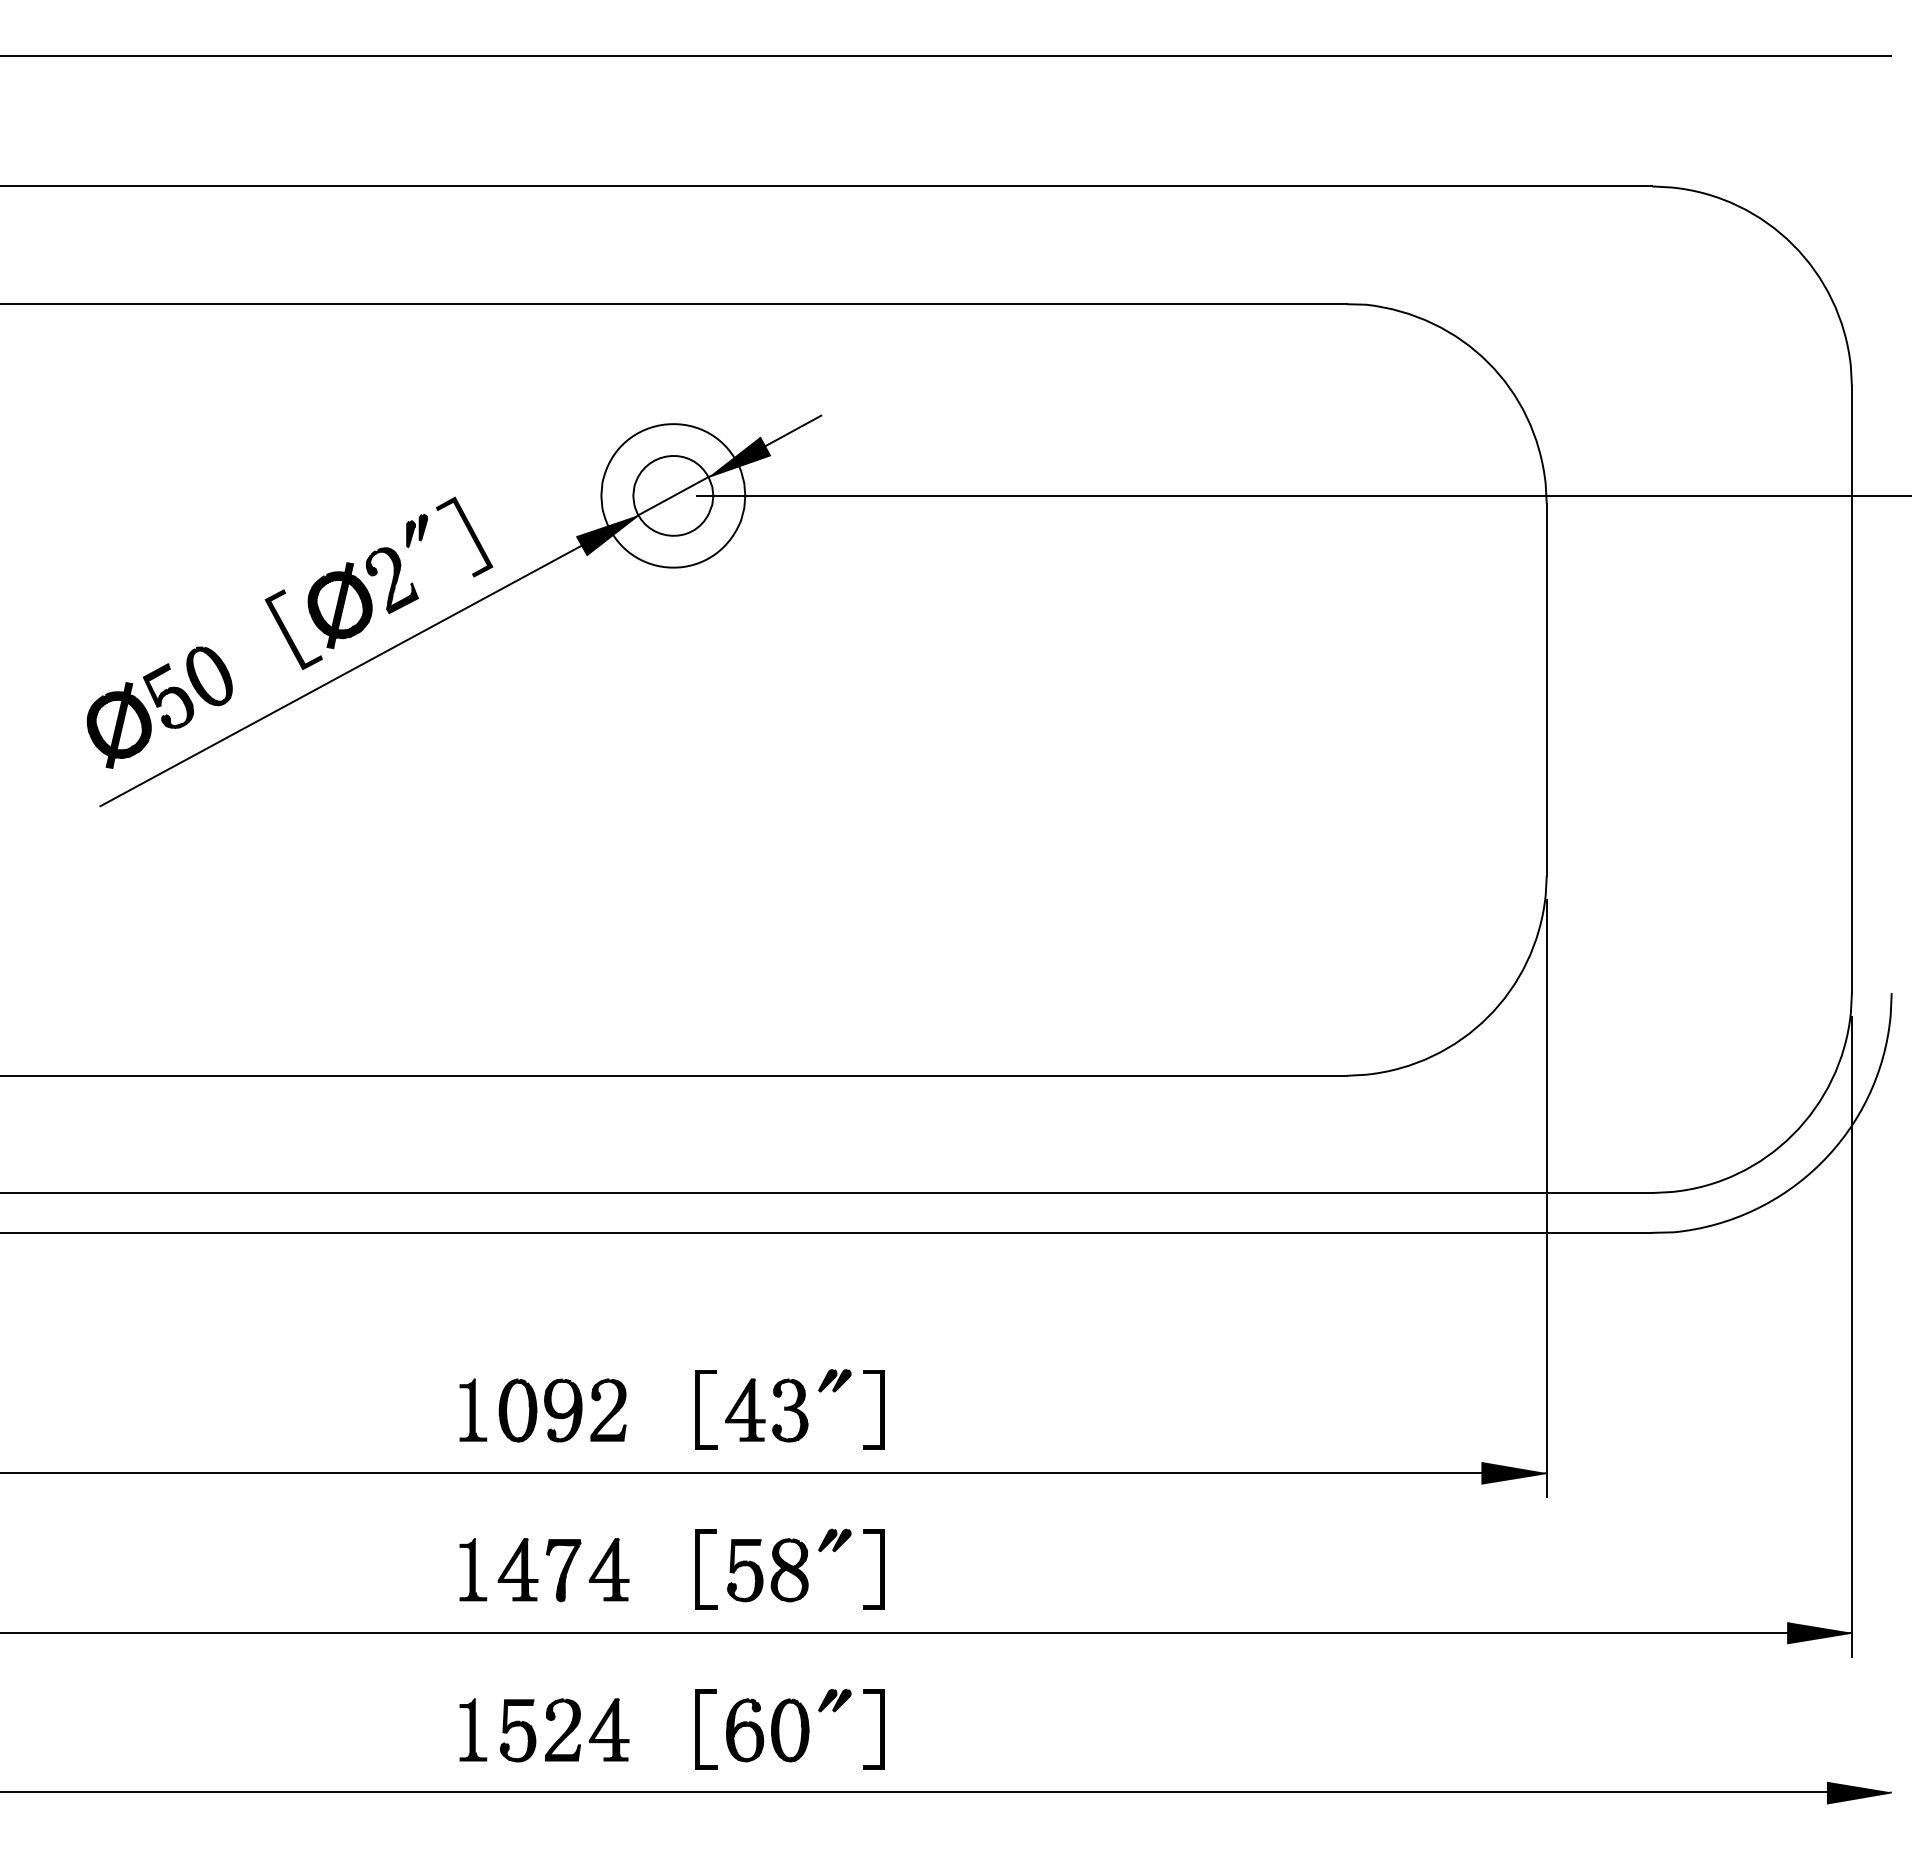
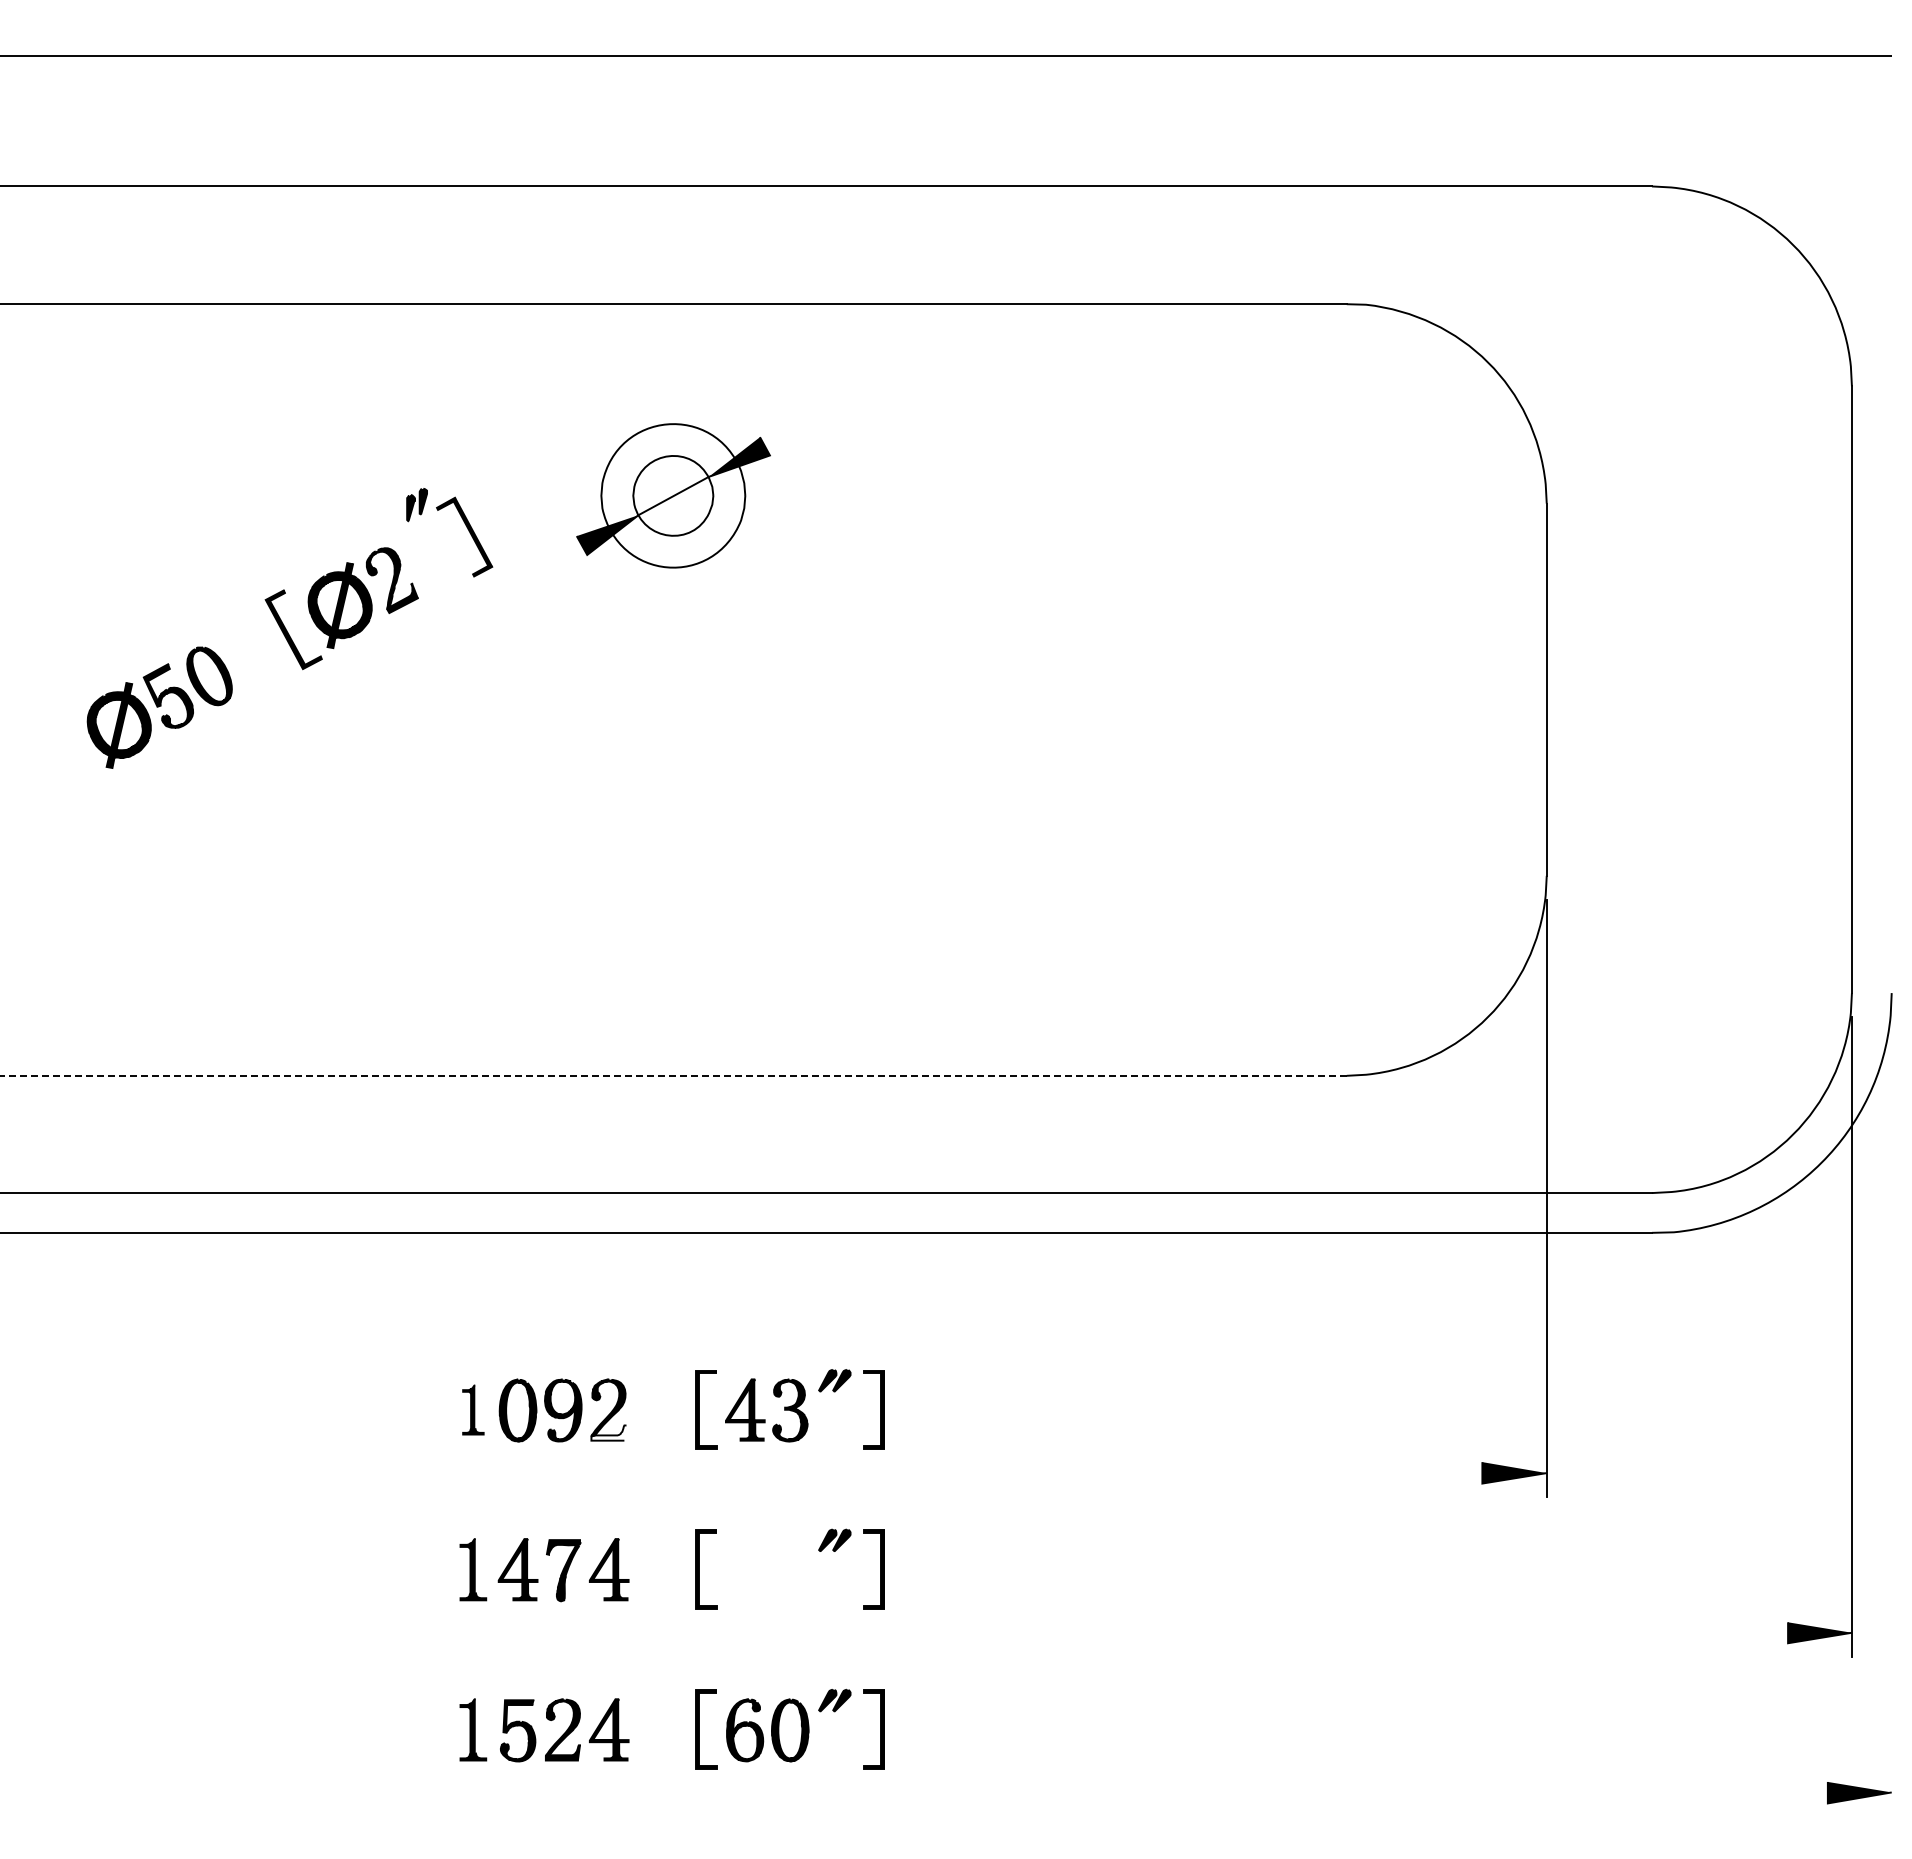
line at (792, 430): present -> none
line at (1302, 495): present -> none
part at (416, 531) position: (416, 531) -> (416, 505)
line at (341, 675): present -> none
line at (673, 1075): solid -> dashed
part at (473, 1409) size: 29x64 px -> 23x52 px
fill at (608, 1432): present -> none
line at (742, 1473): present -> none
part at (767, 1570): present -> none
line at (895, 1632): present -> none
line at (914, 1792): present -> none
